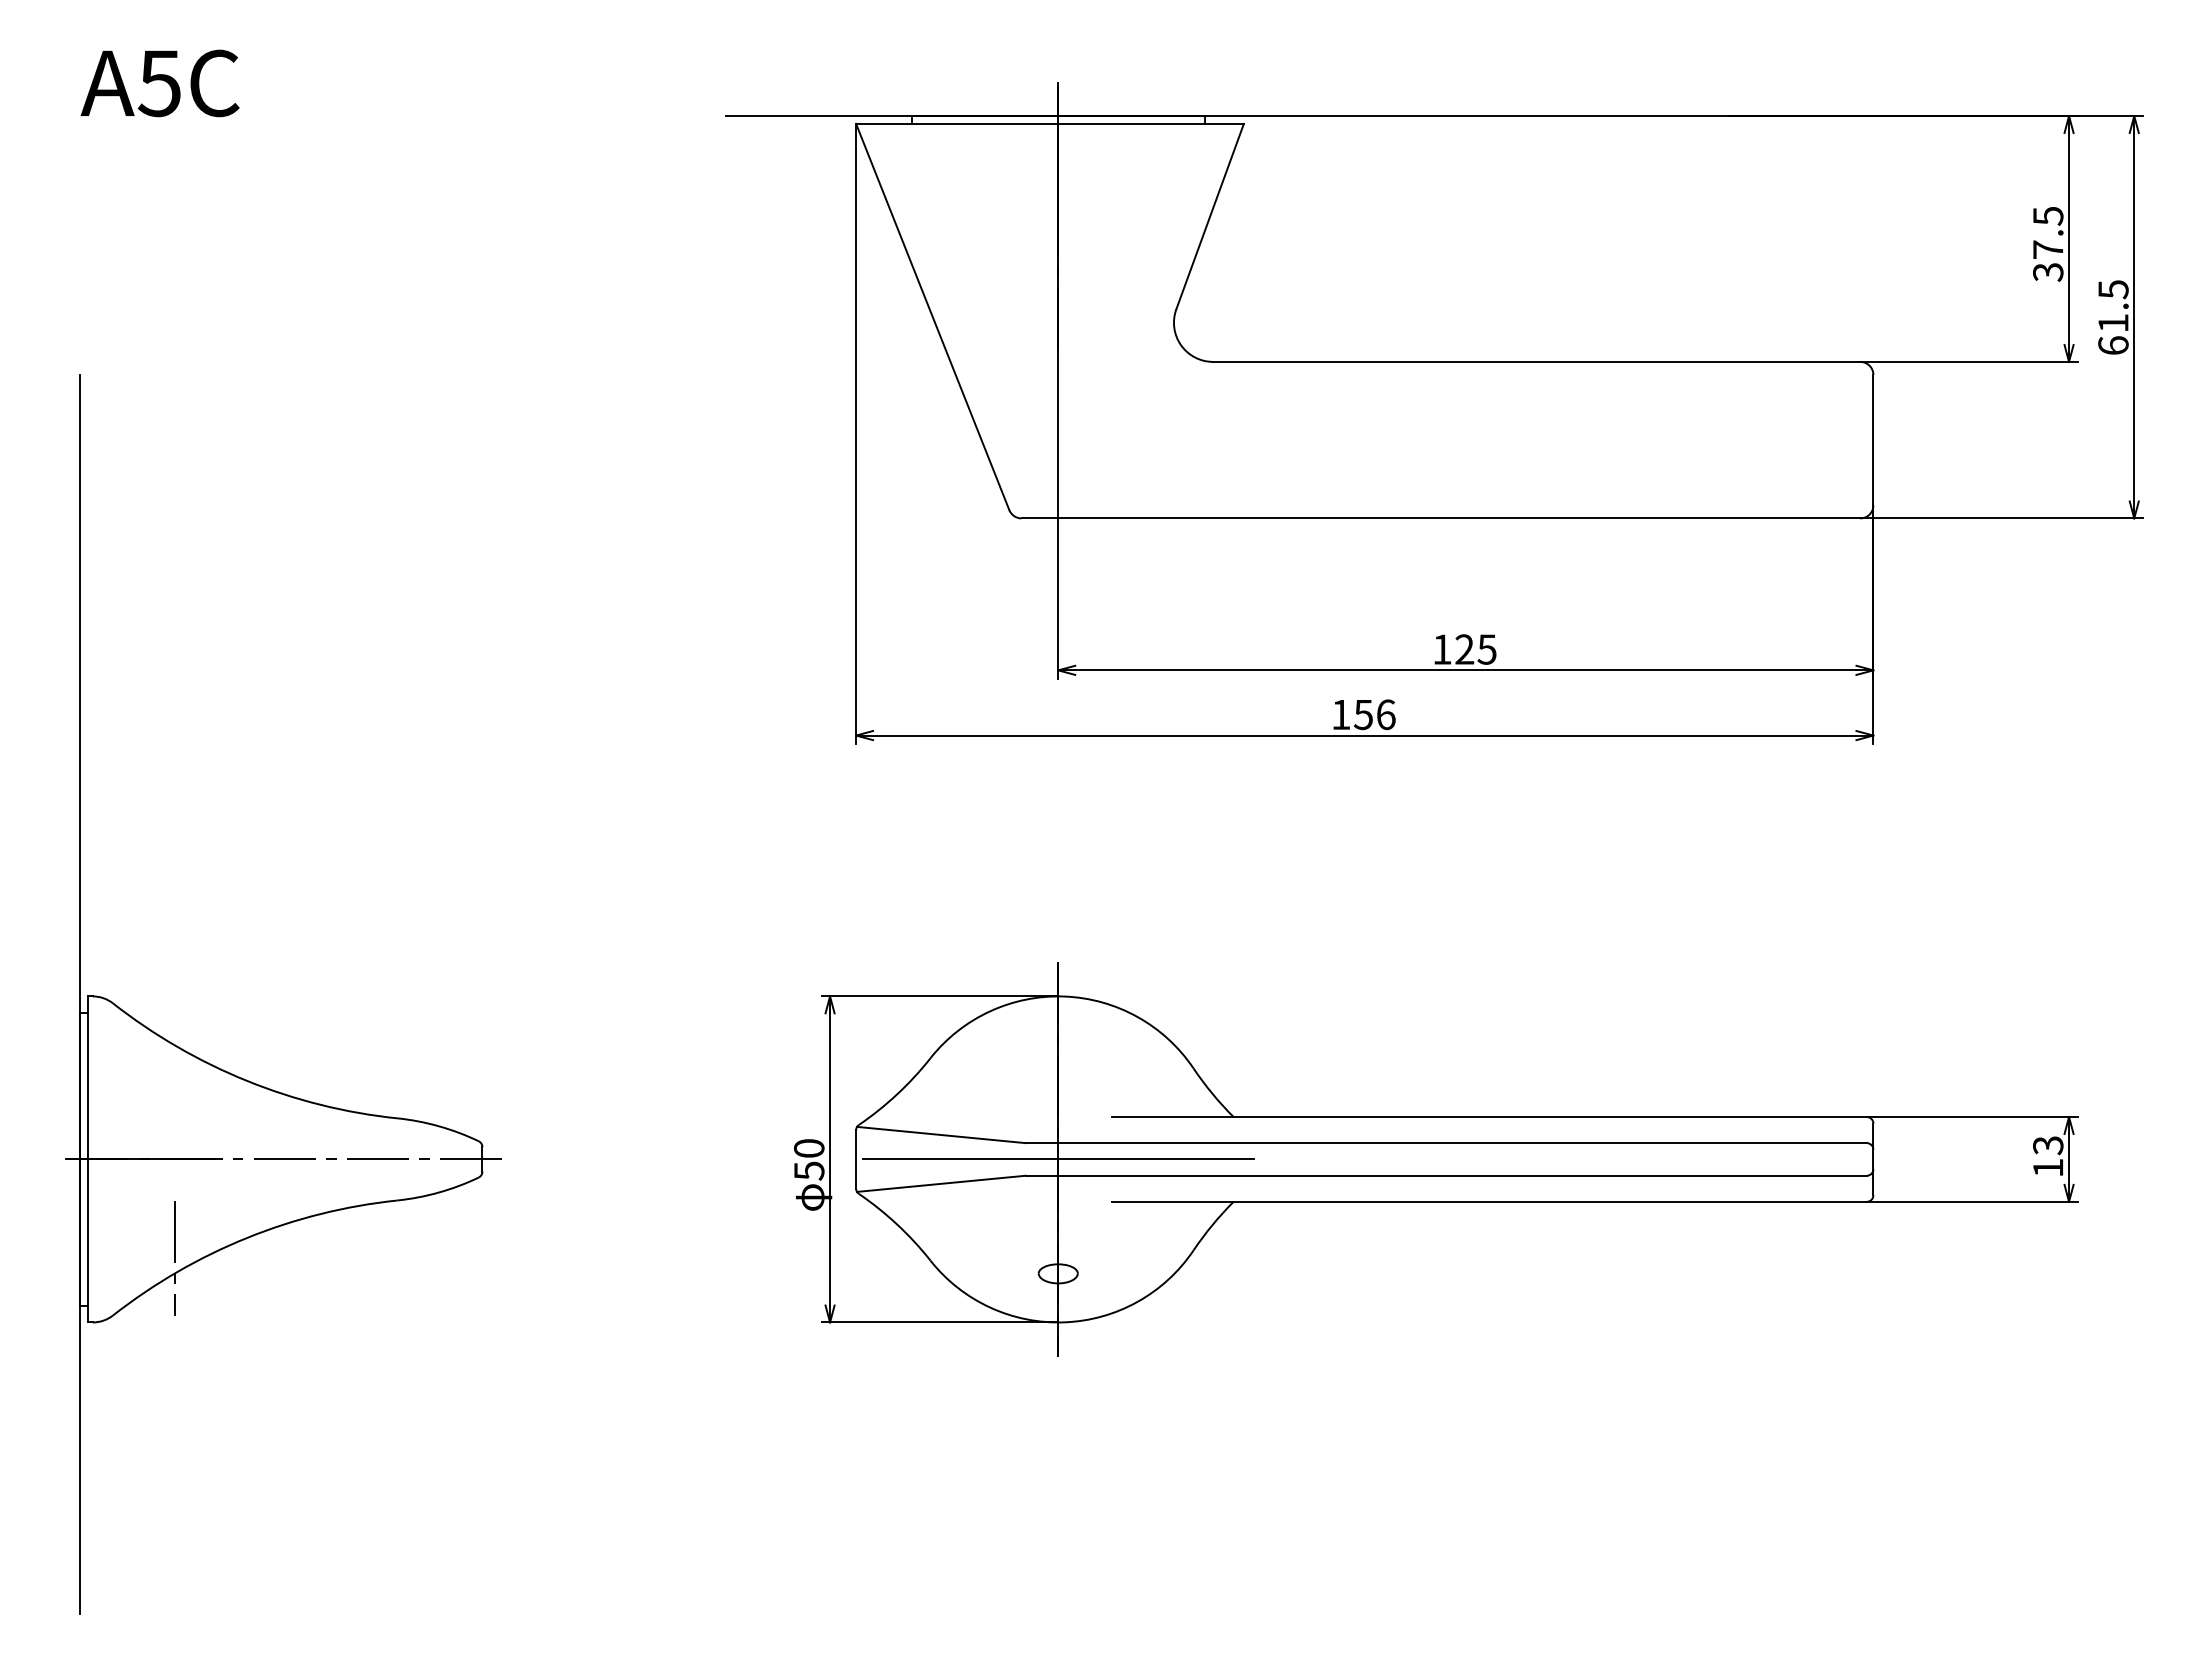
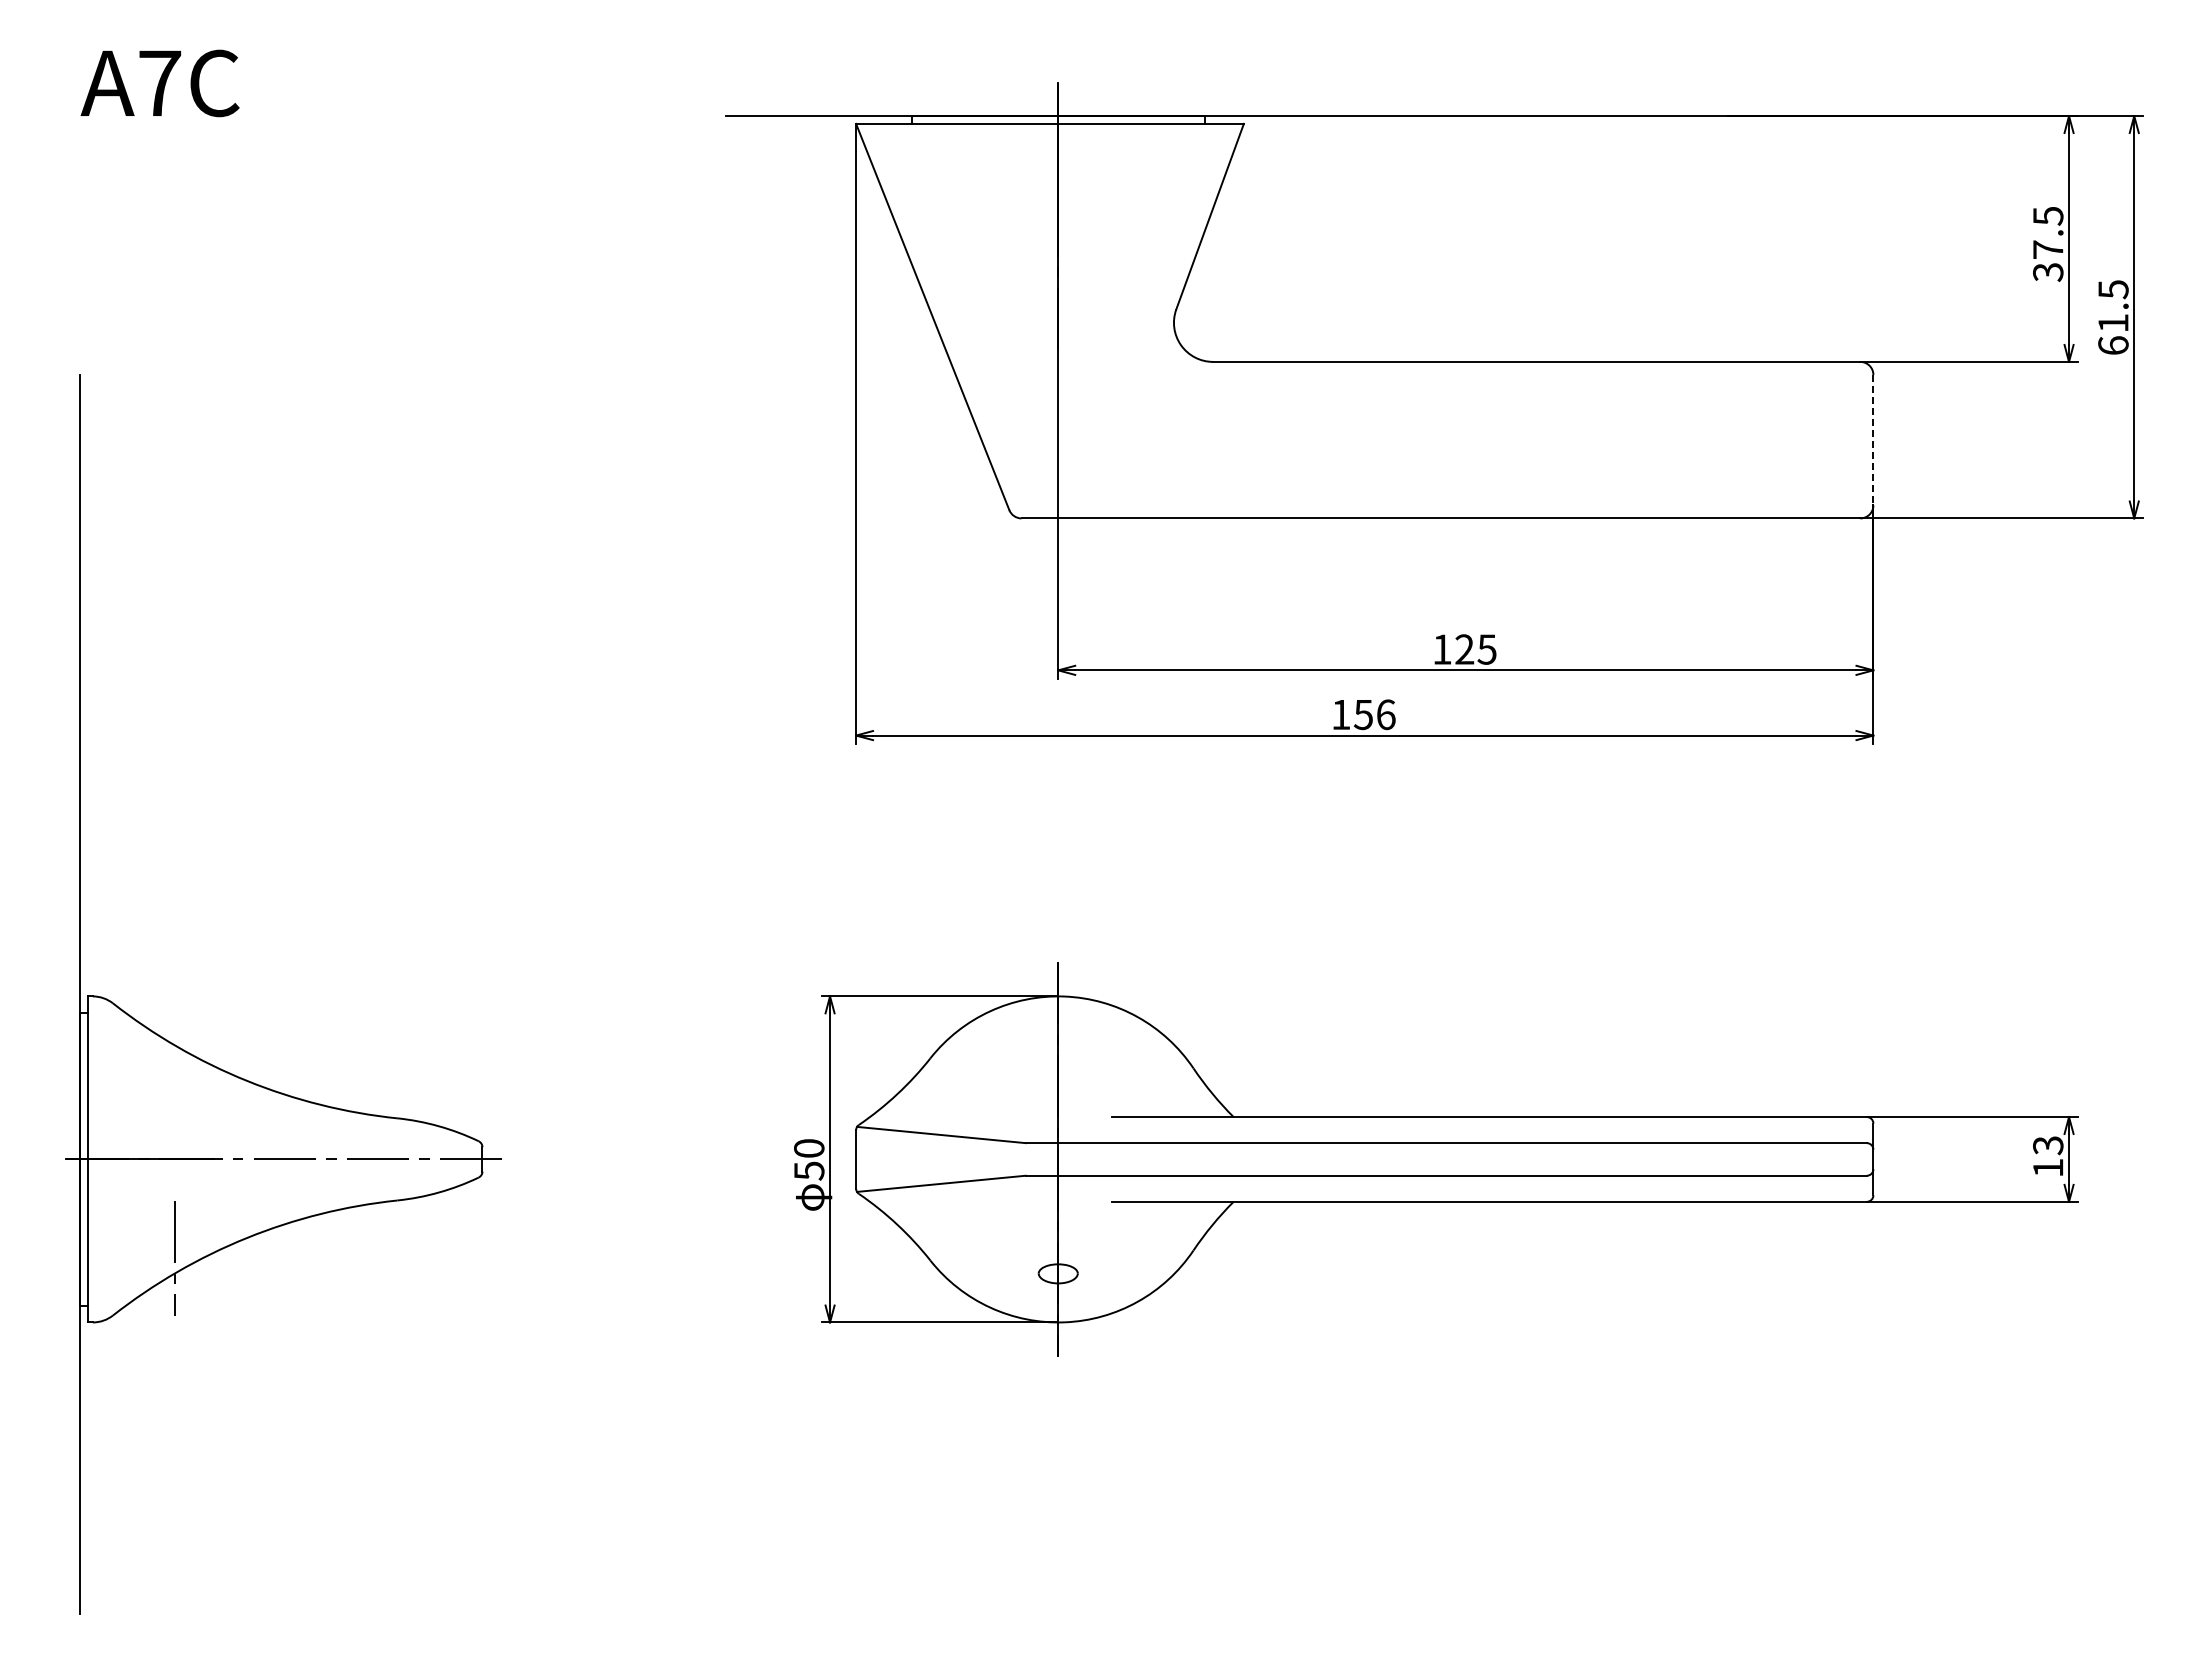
text at (159, 83): A5C -> A7C
line at (1873, 440): solid -> dashed
line at (1057, 1159): present -> none
